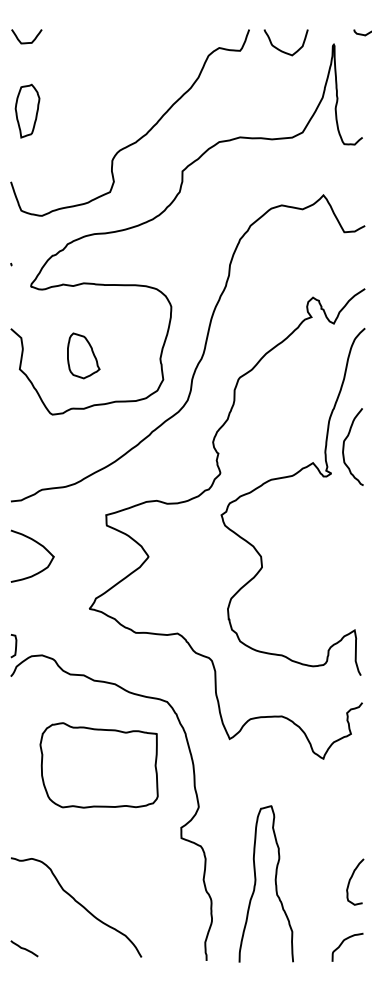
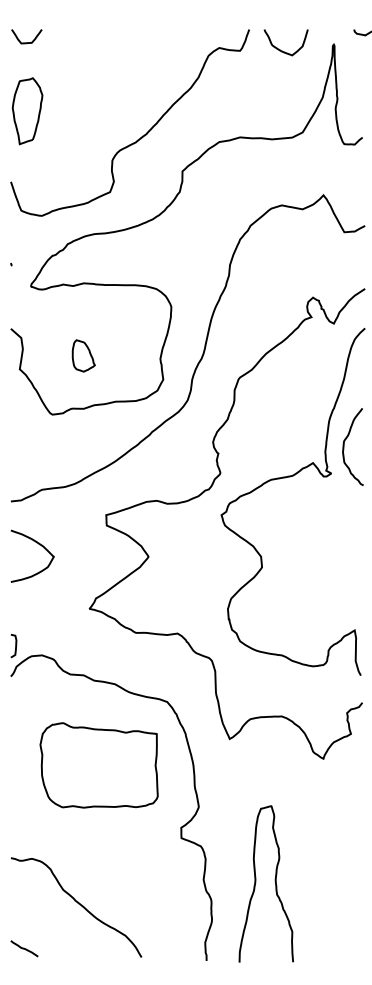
part at (27, 110) size: 27x56 px -> 33x69 px
part at (83, 355) size: 34x48 px -> 25x34 px
curve at (351, 879): present -> none
curve at (343, 942): present -> none
